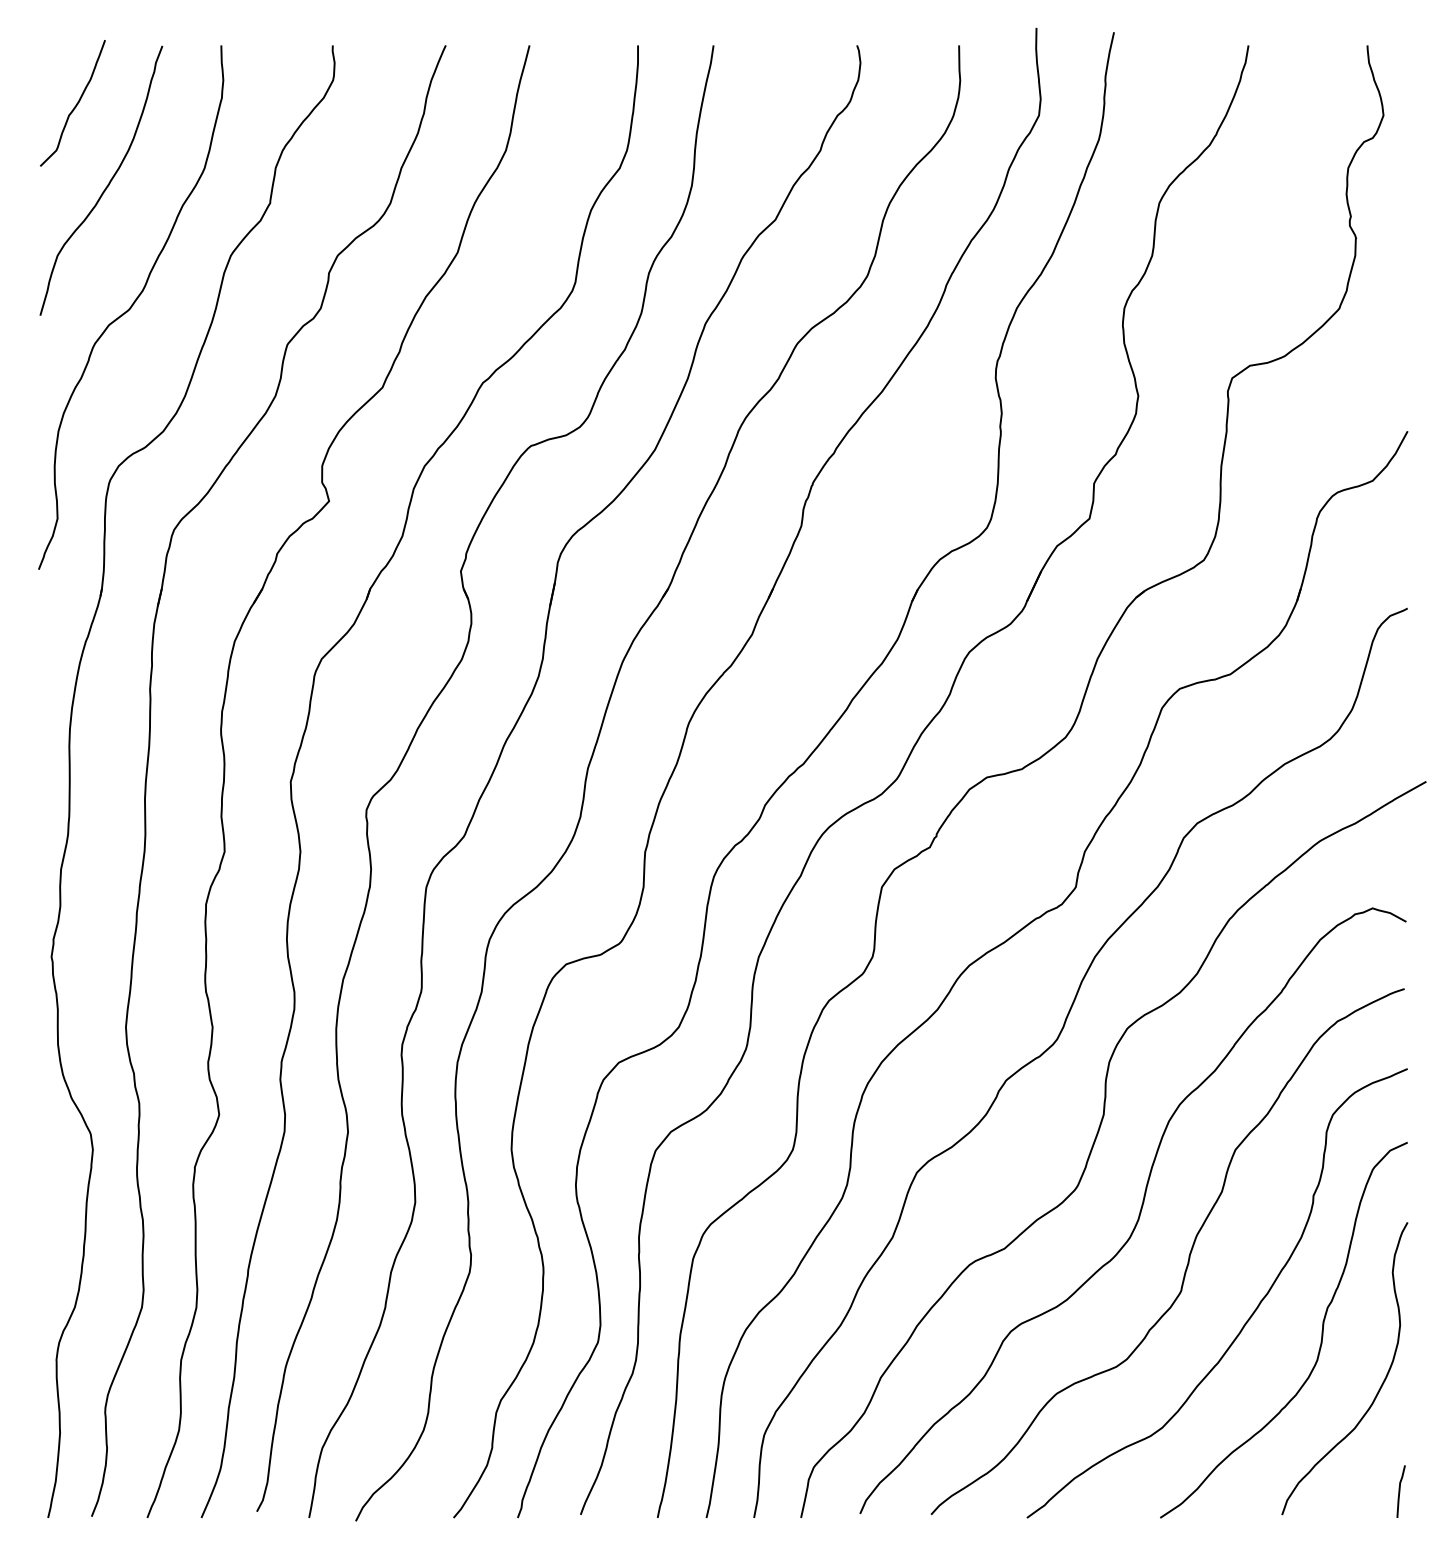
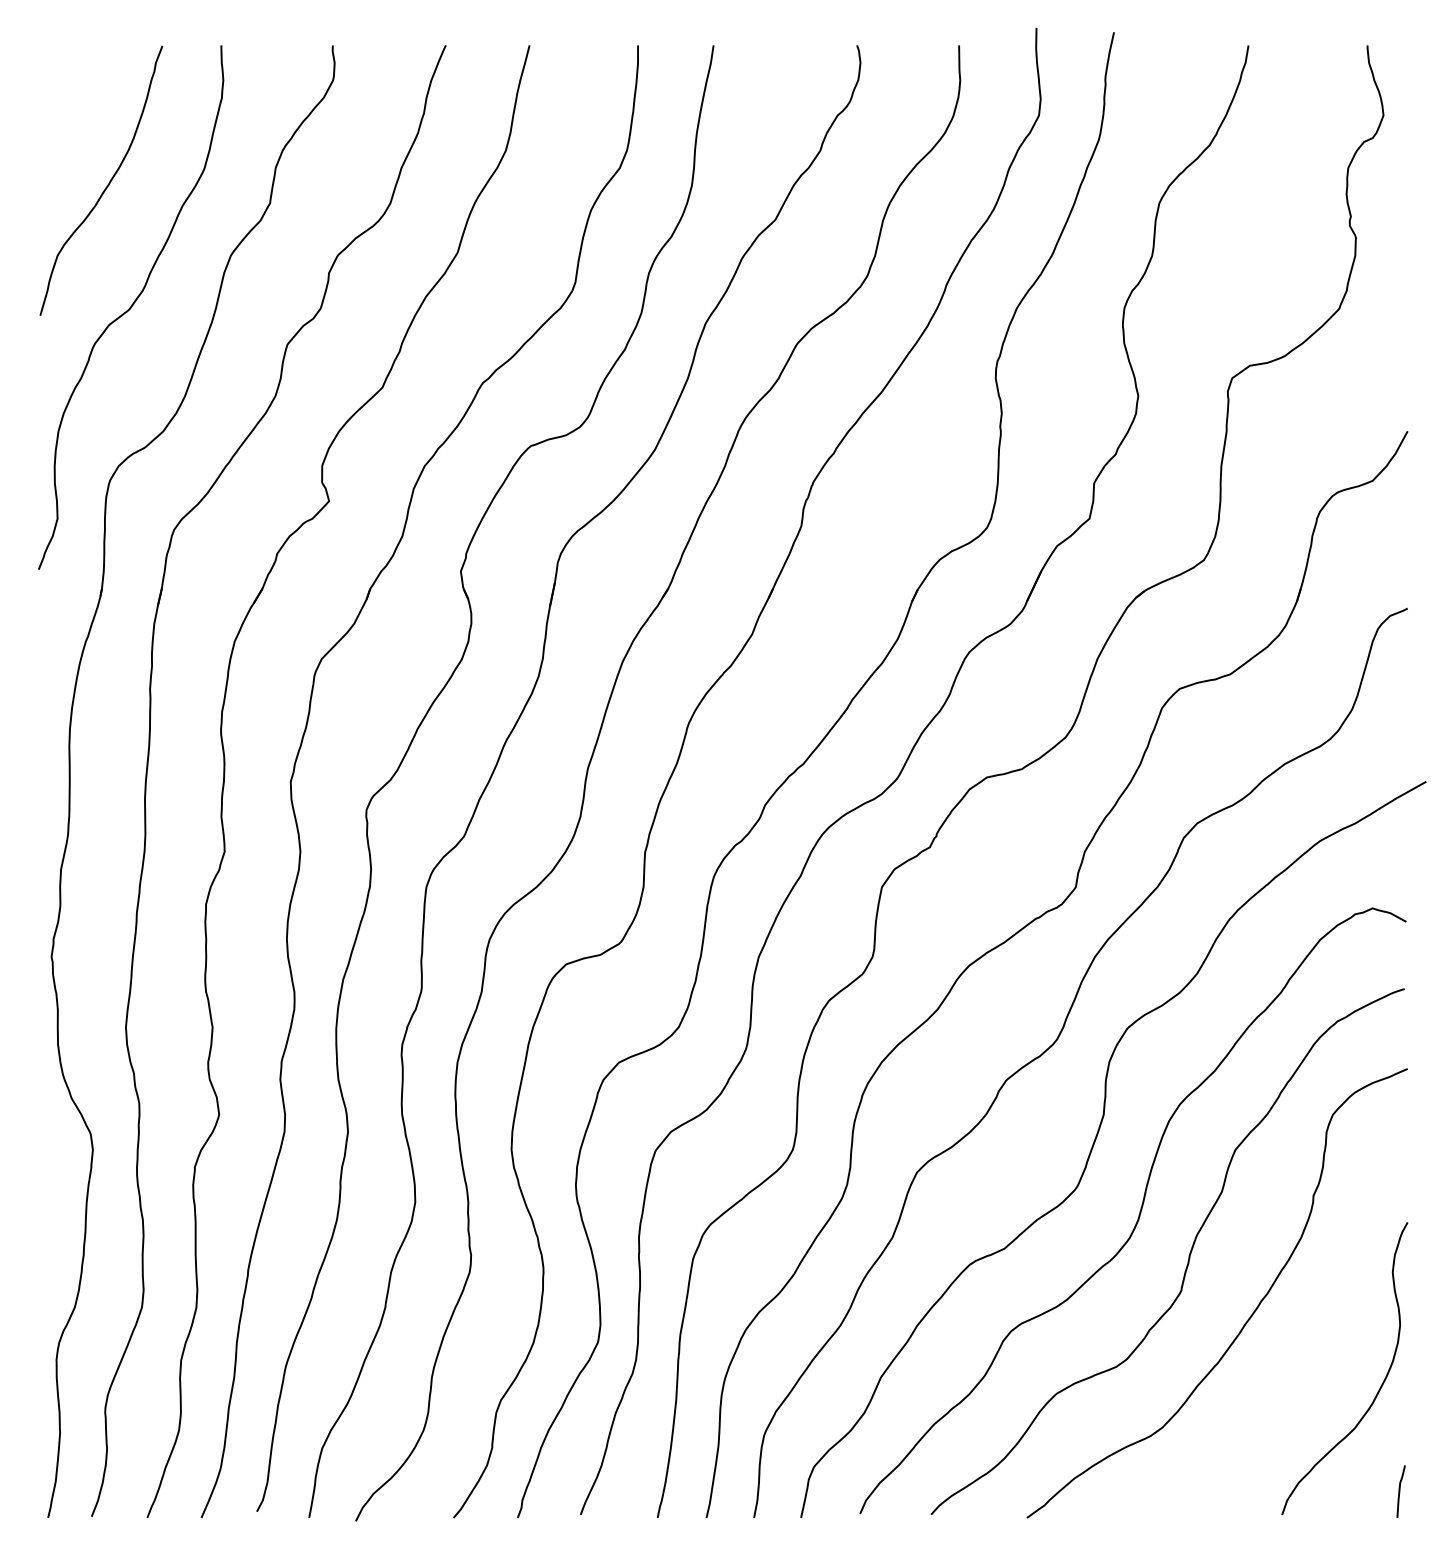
curve at (75, 105): present -> none
curve at (1321, 1330): present -> none
